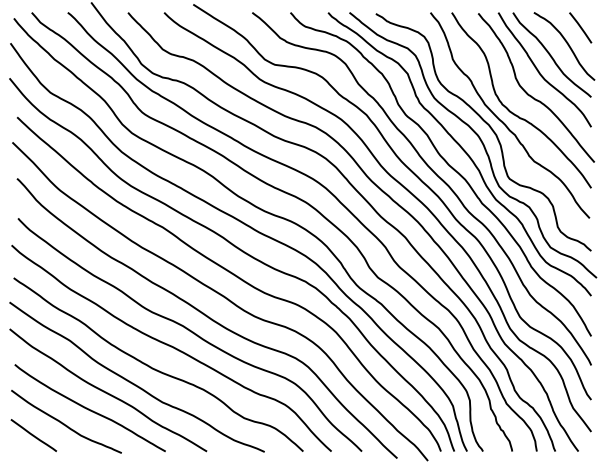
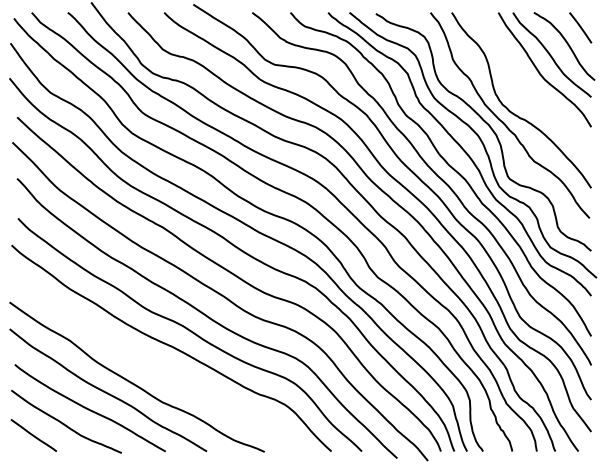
curve at (531, 95): present -> none
curve at (155, 368): present -> none
